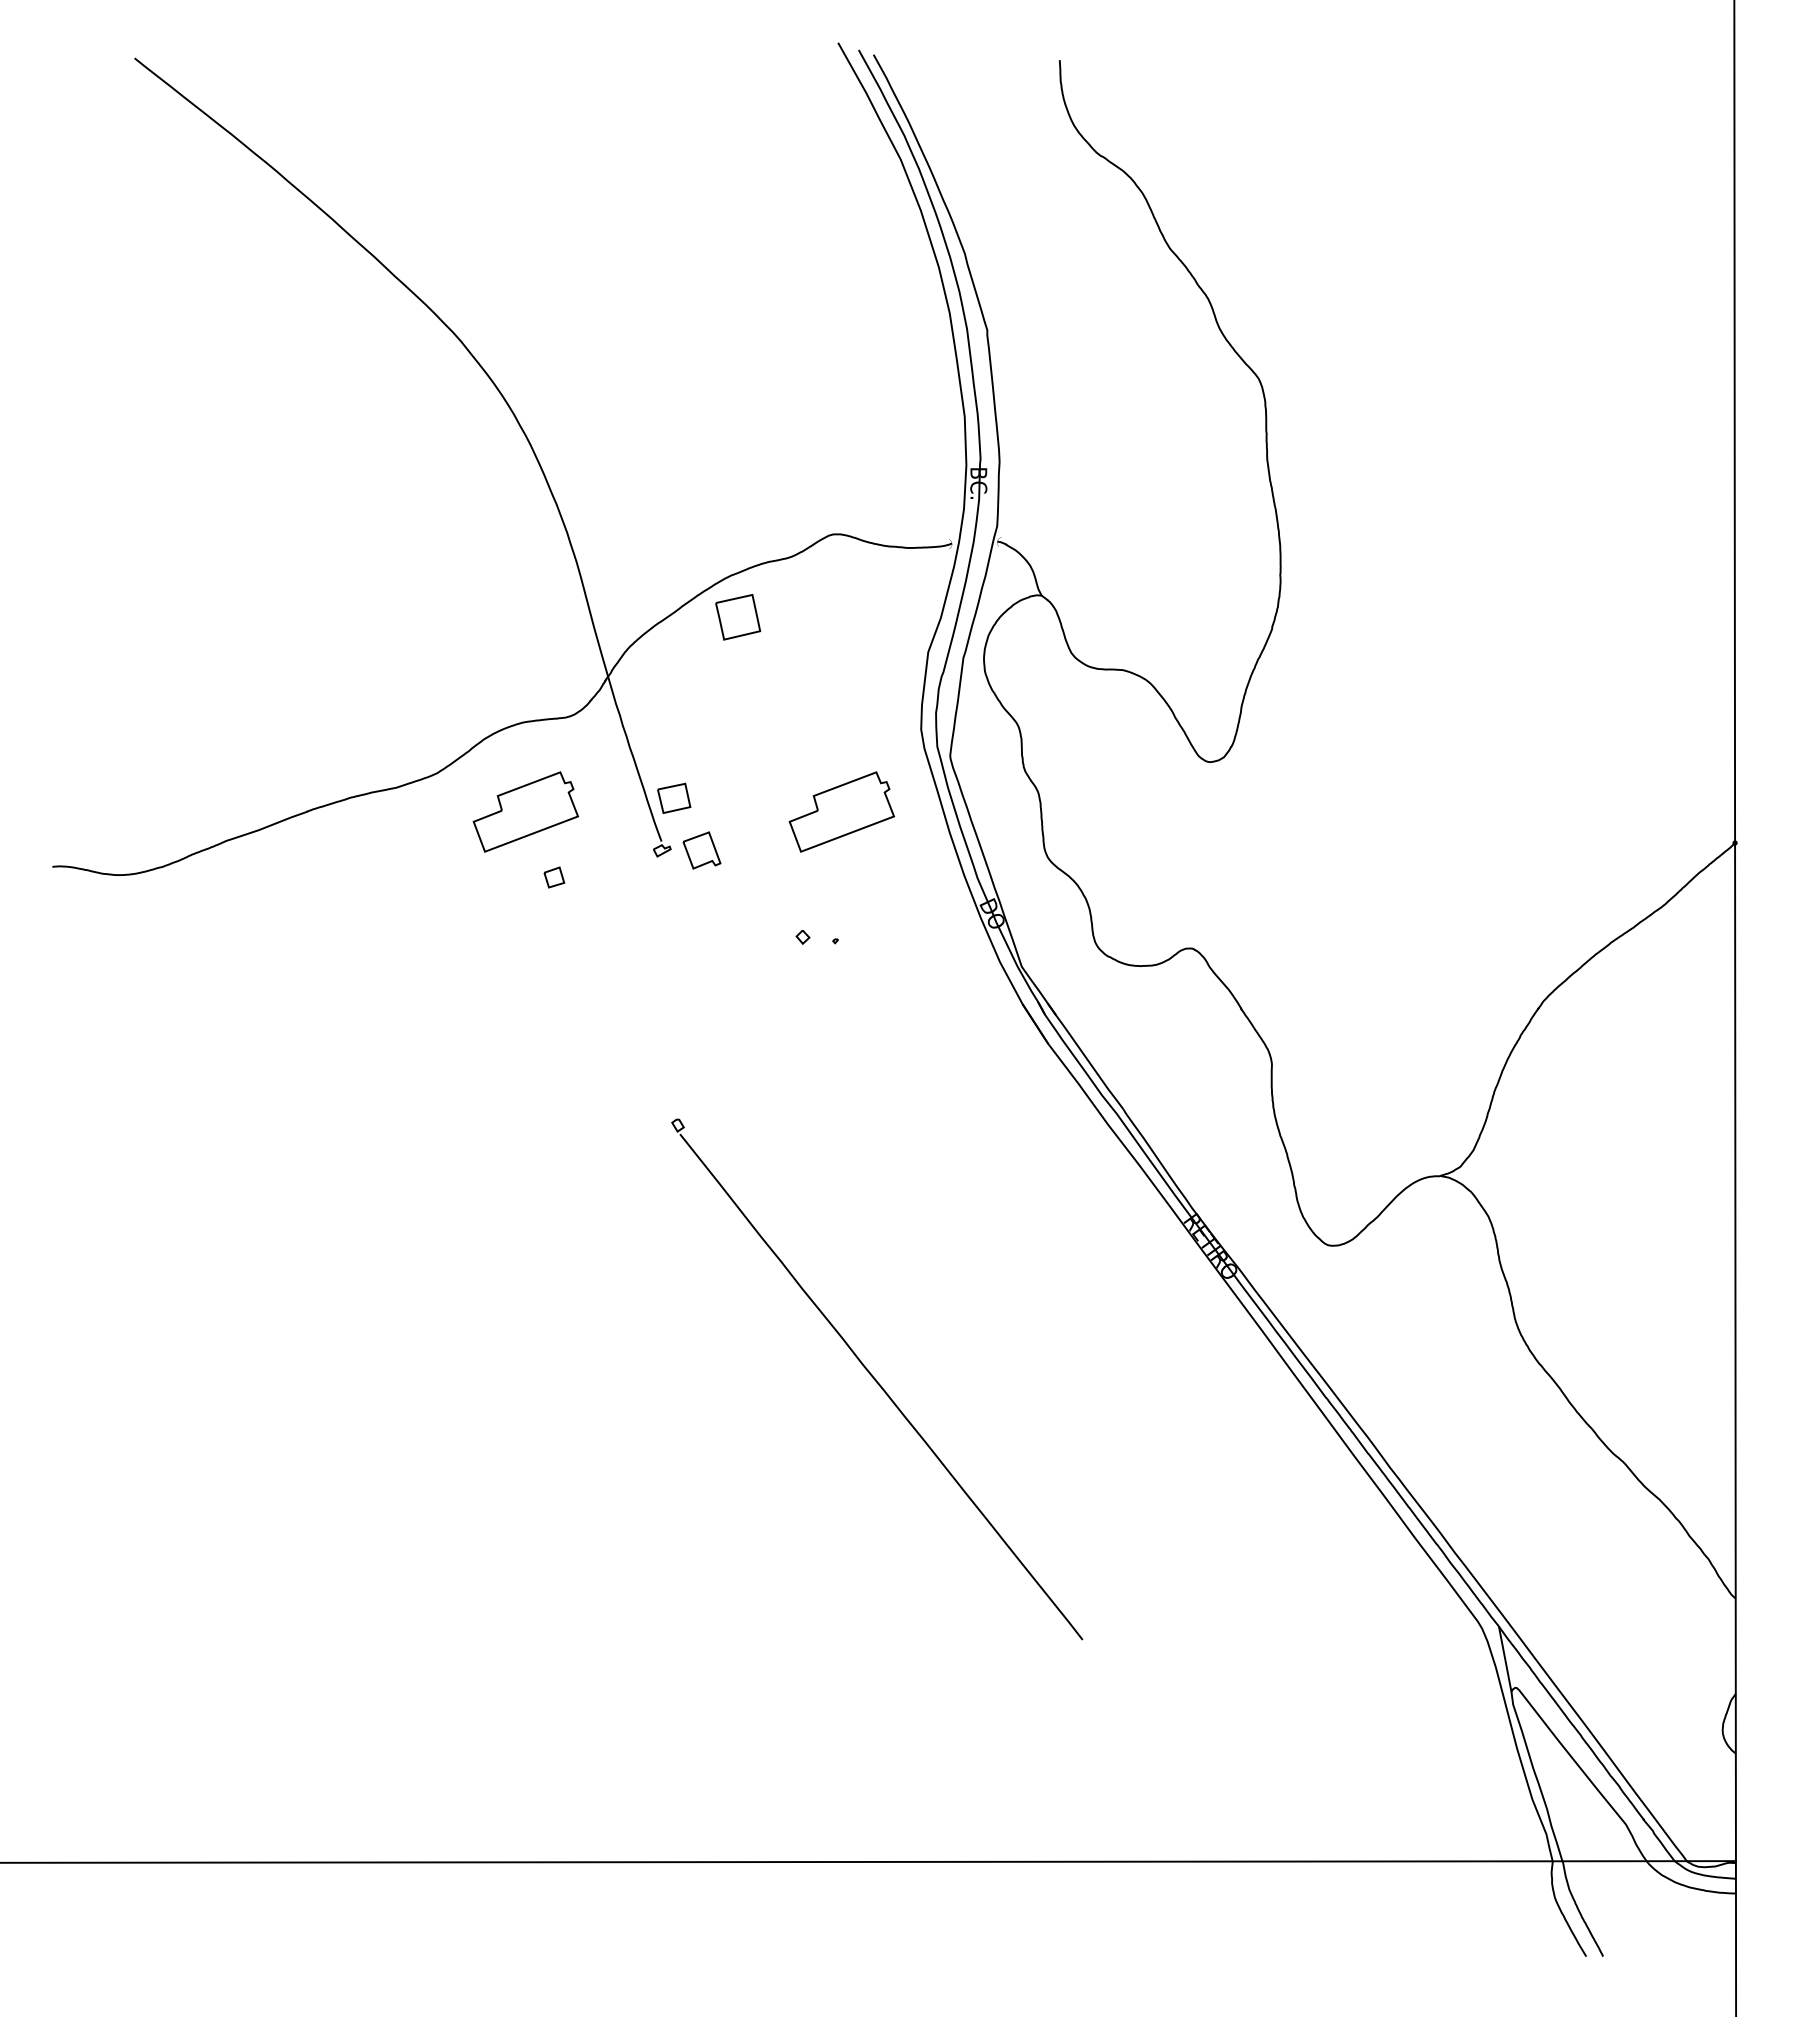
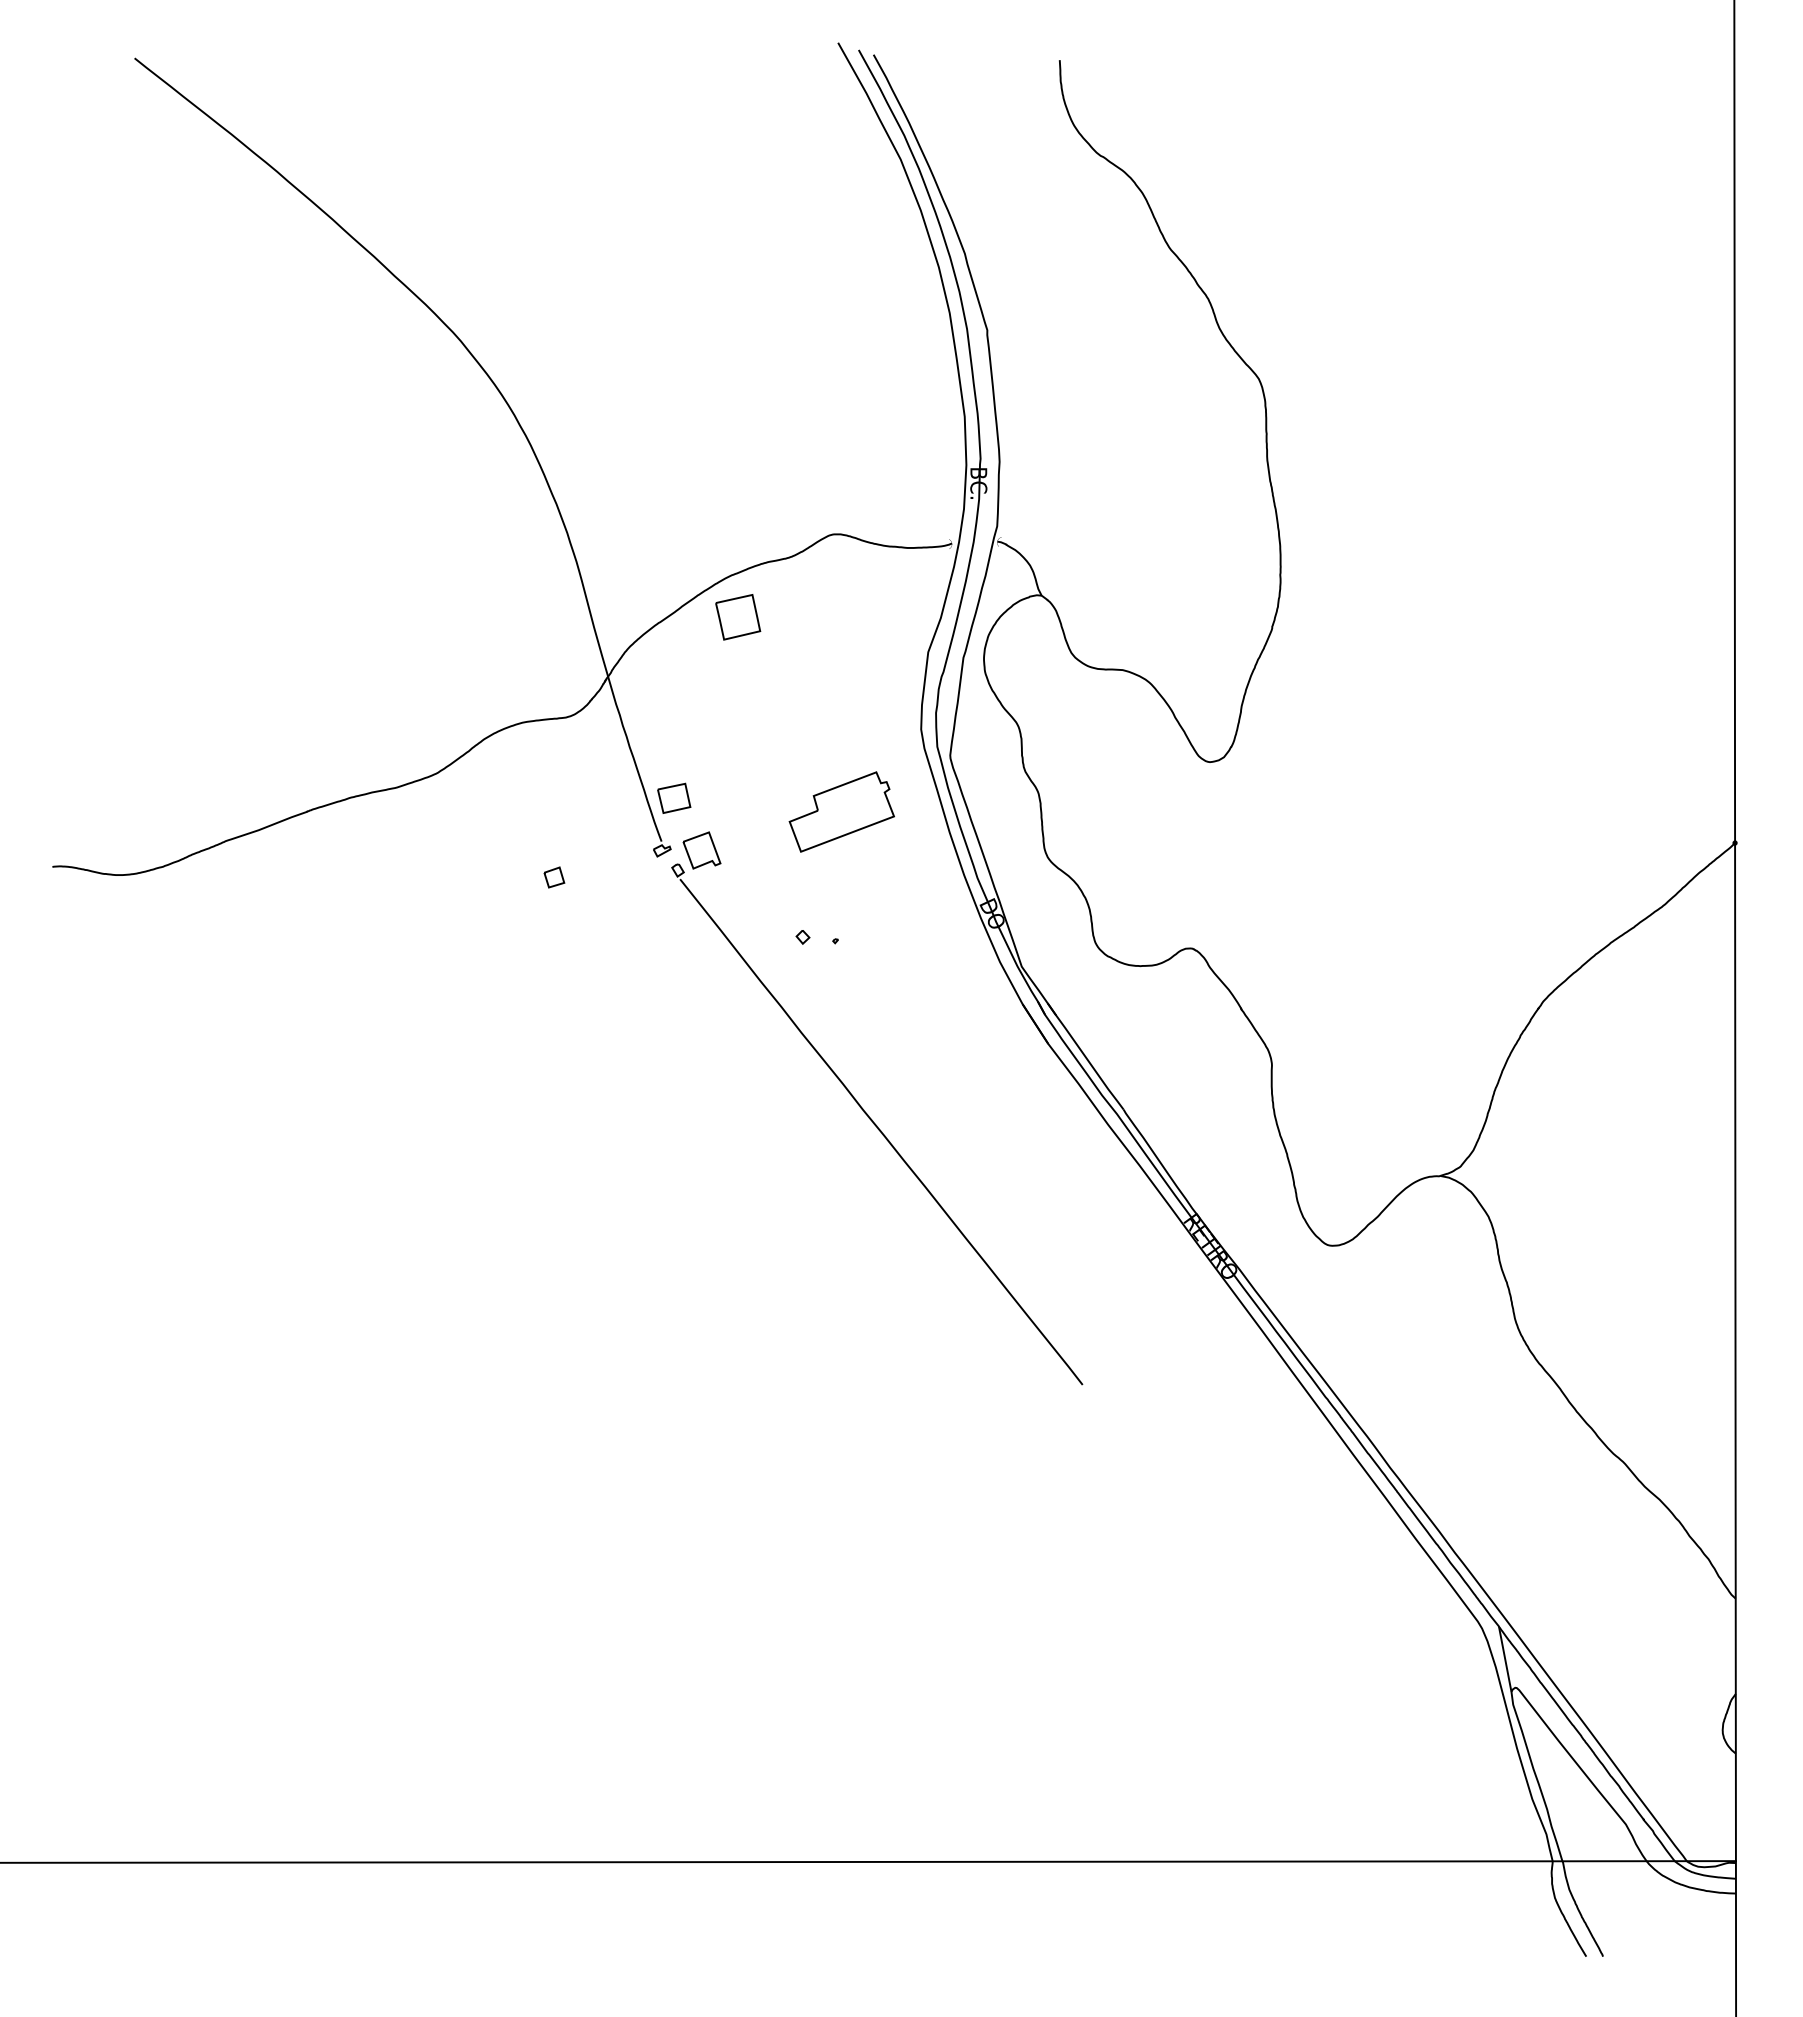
part at (525, 811): present -> none
part at (877, 1379) position: (877, 1379) -> (877, 1124)
